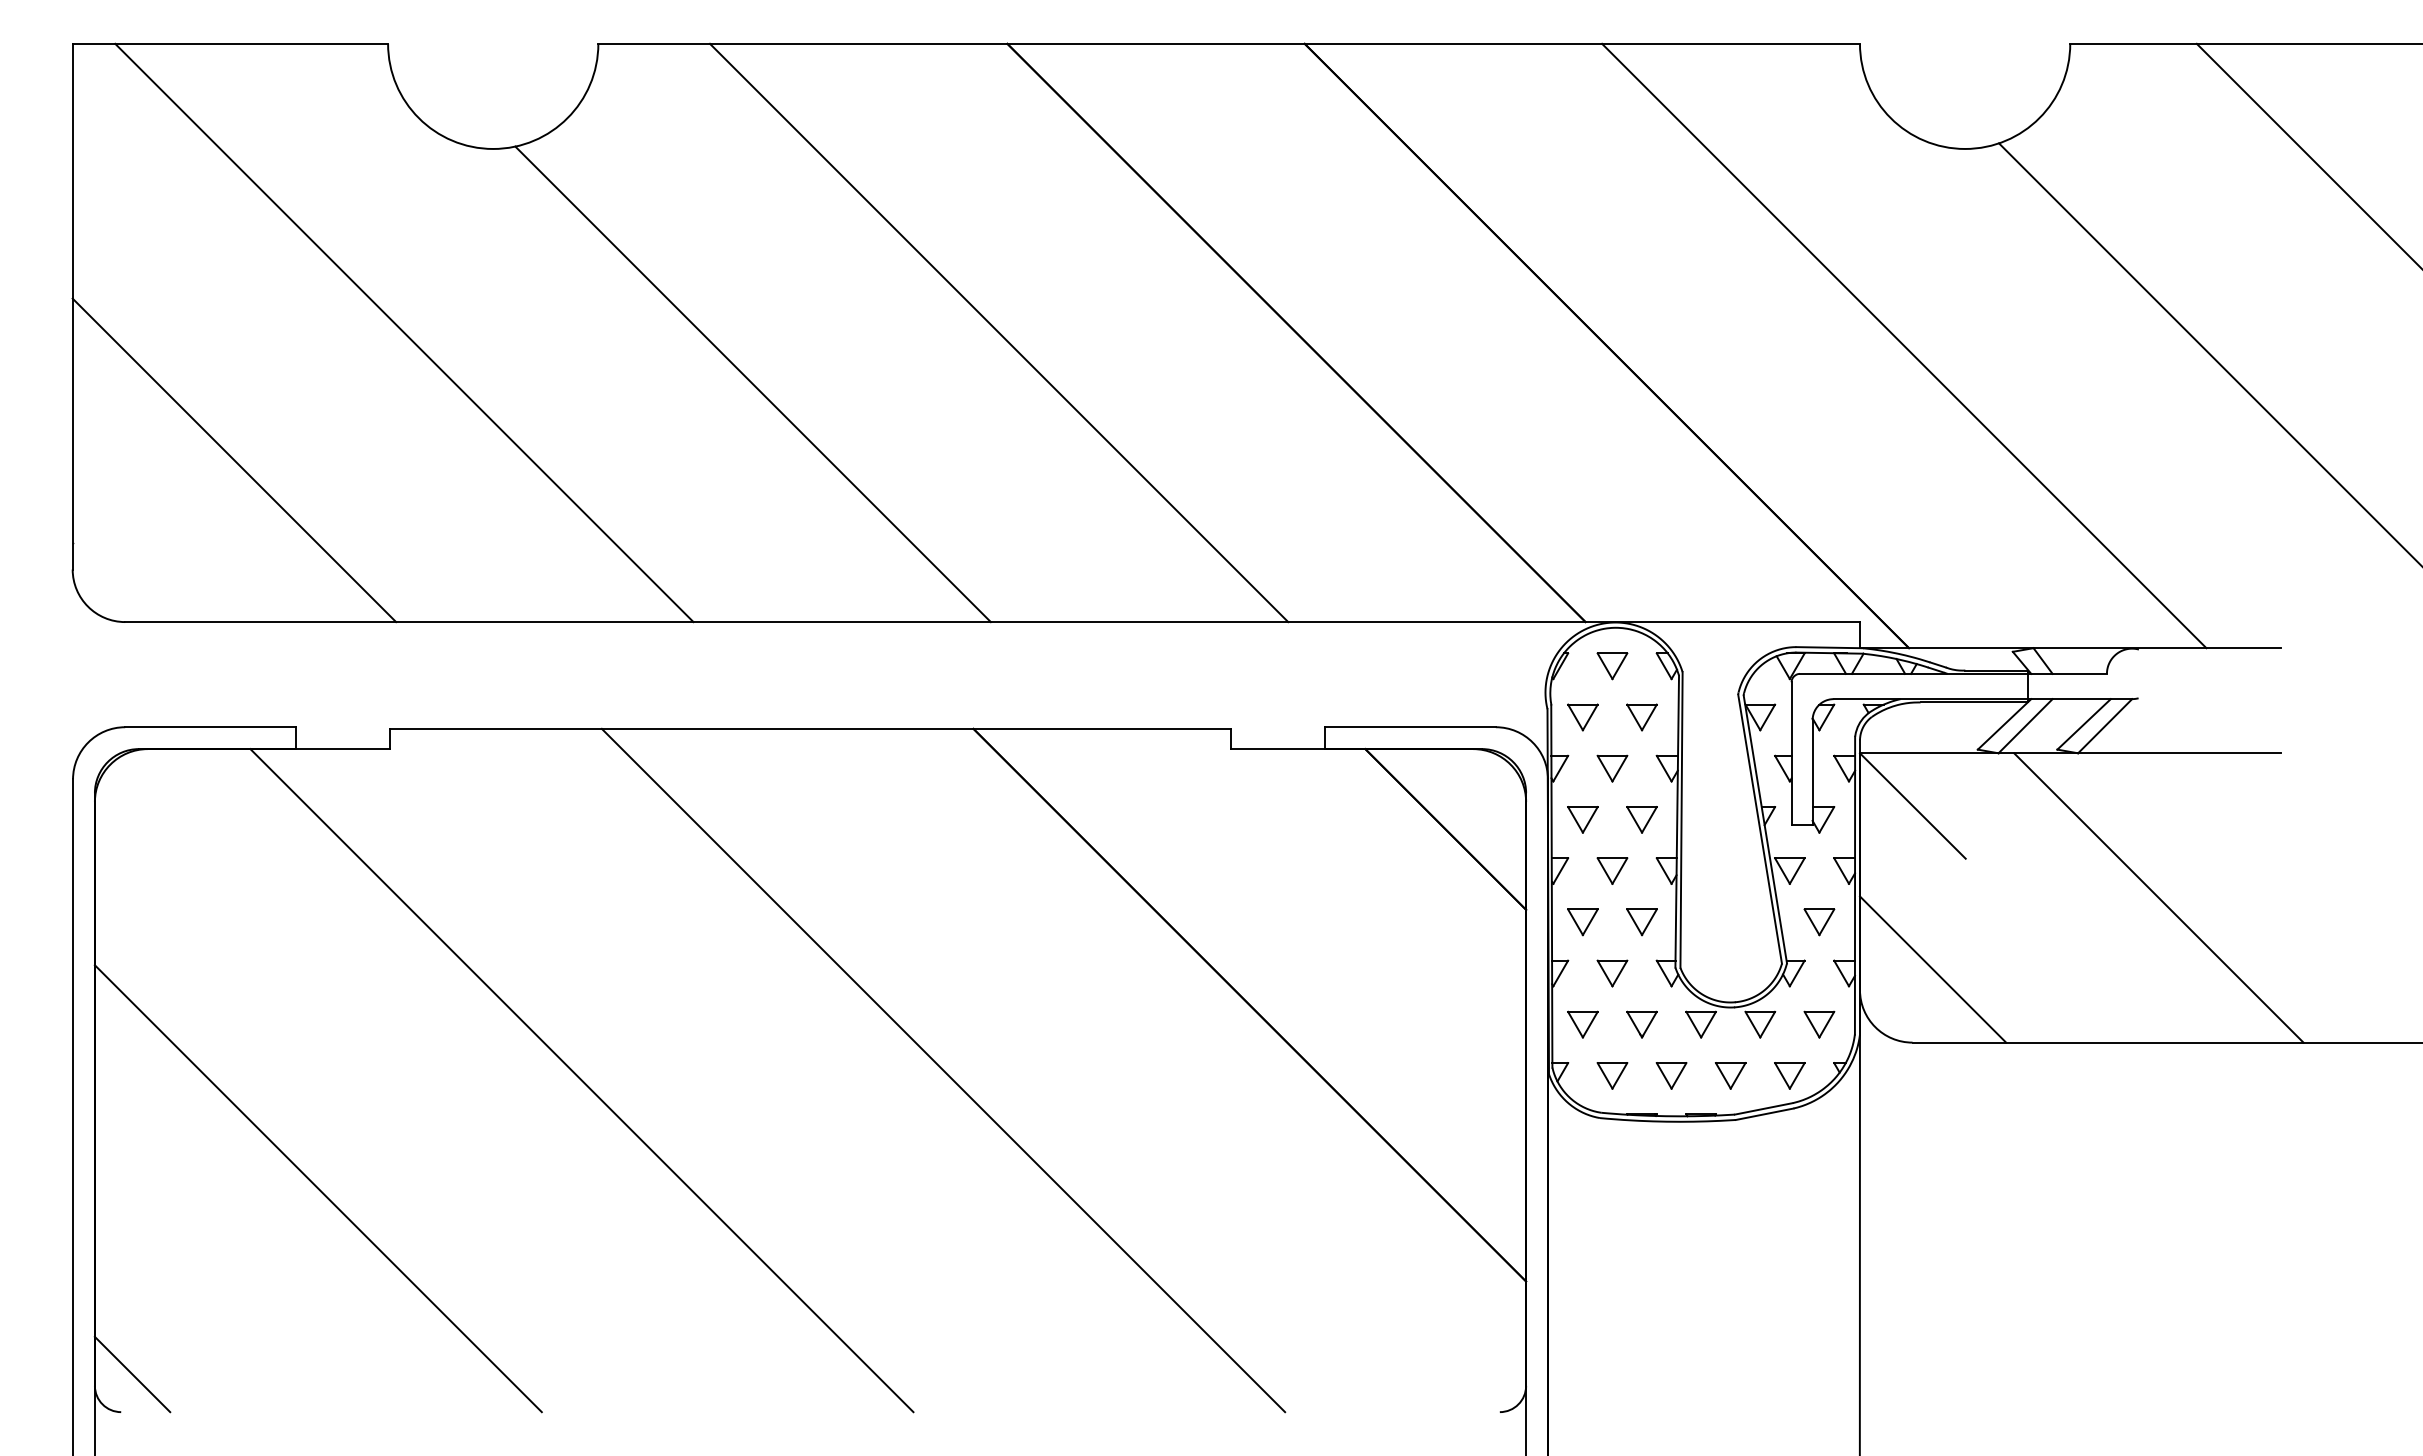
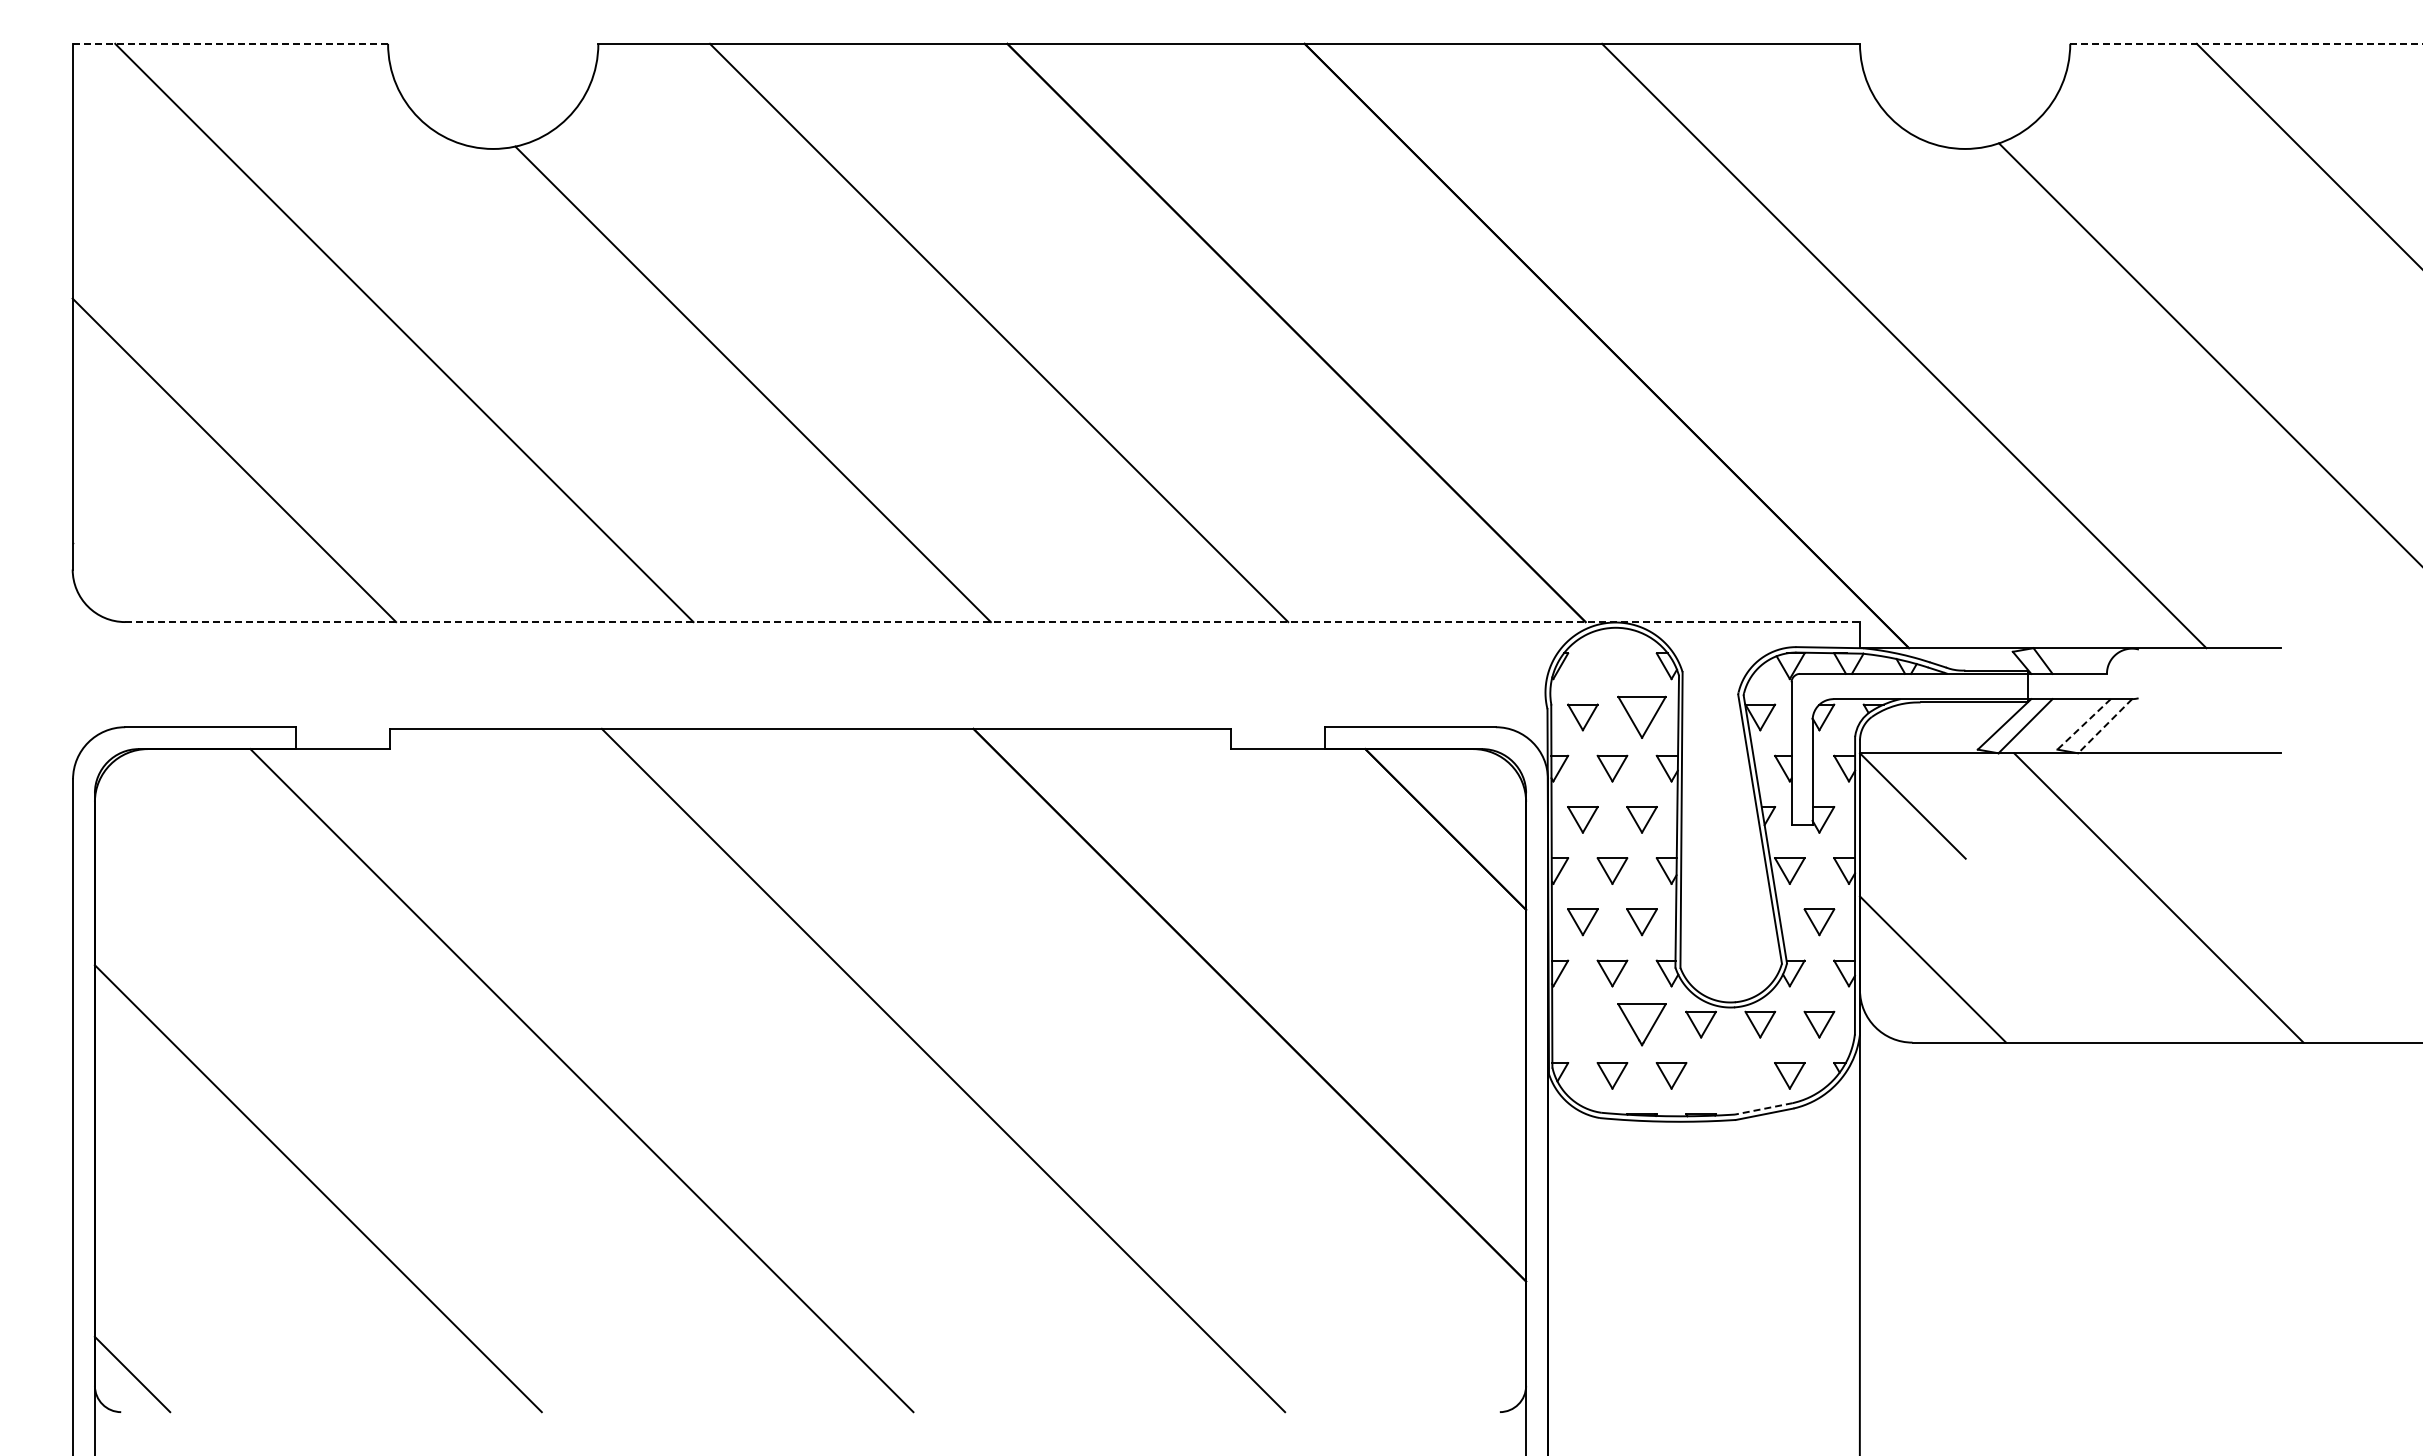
line at (230, 43): solid -> dashed
line at (2246, 43): solid -> dashed
line at (993, 622): solid -> dashed
part at (1612, 666): present -> none
part at (1641, 717) size: 32x29 px -> 50x44 px
line at (2084, 724): solid -> dashed
line at (2104, 726): solid -> dashed
part at (1582, 1024): present -> none
part at (1641, 1024) size: 32x29 px -> 50x44 px
part at (1730, 1075): present -> none
line at (1763, 1108): solid -> dashed
